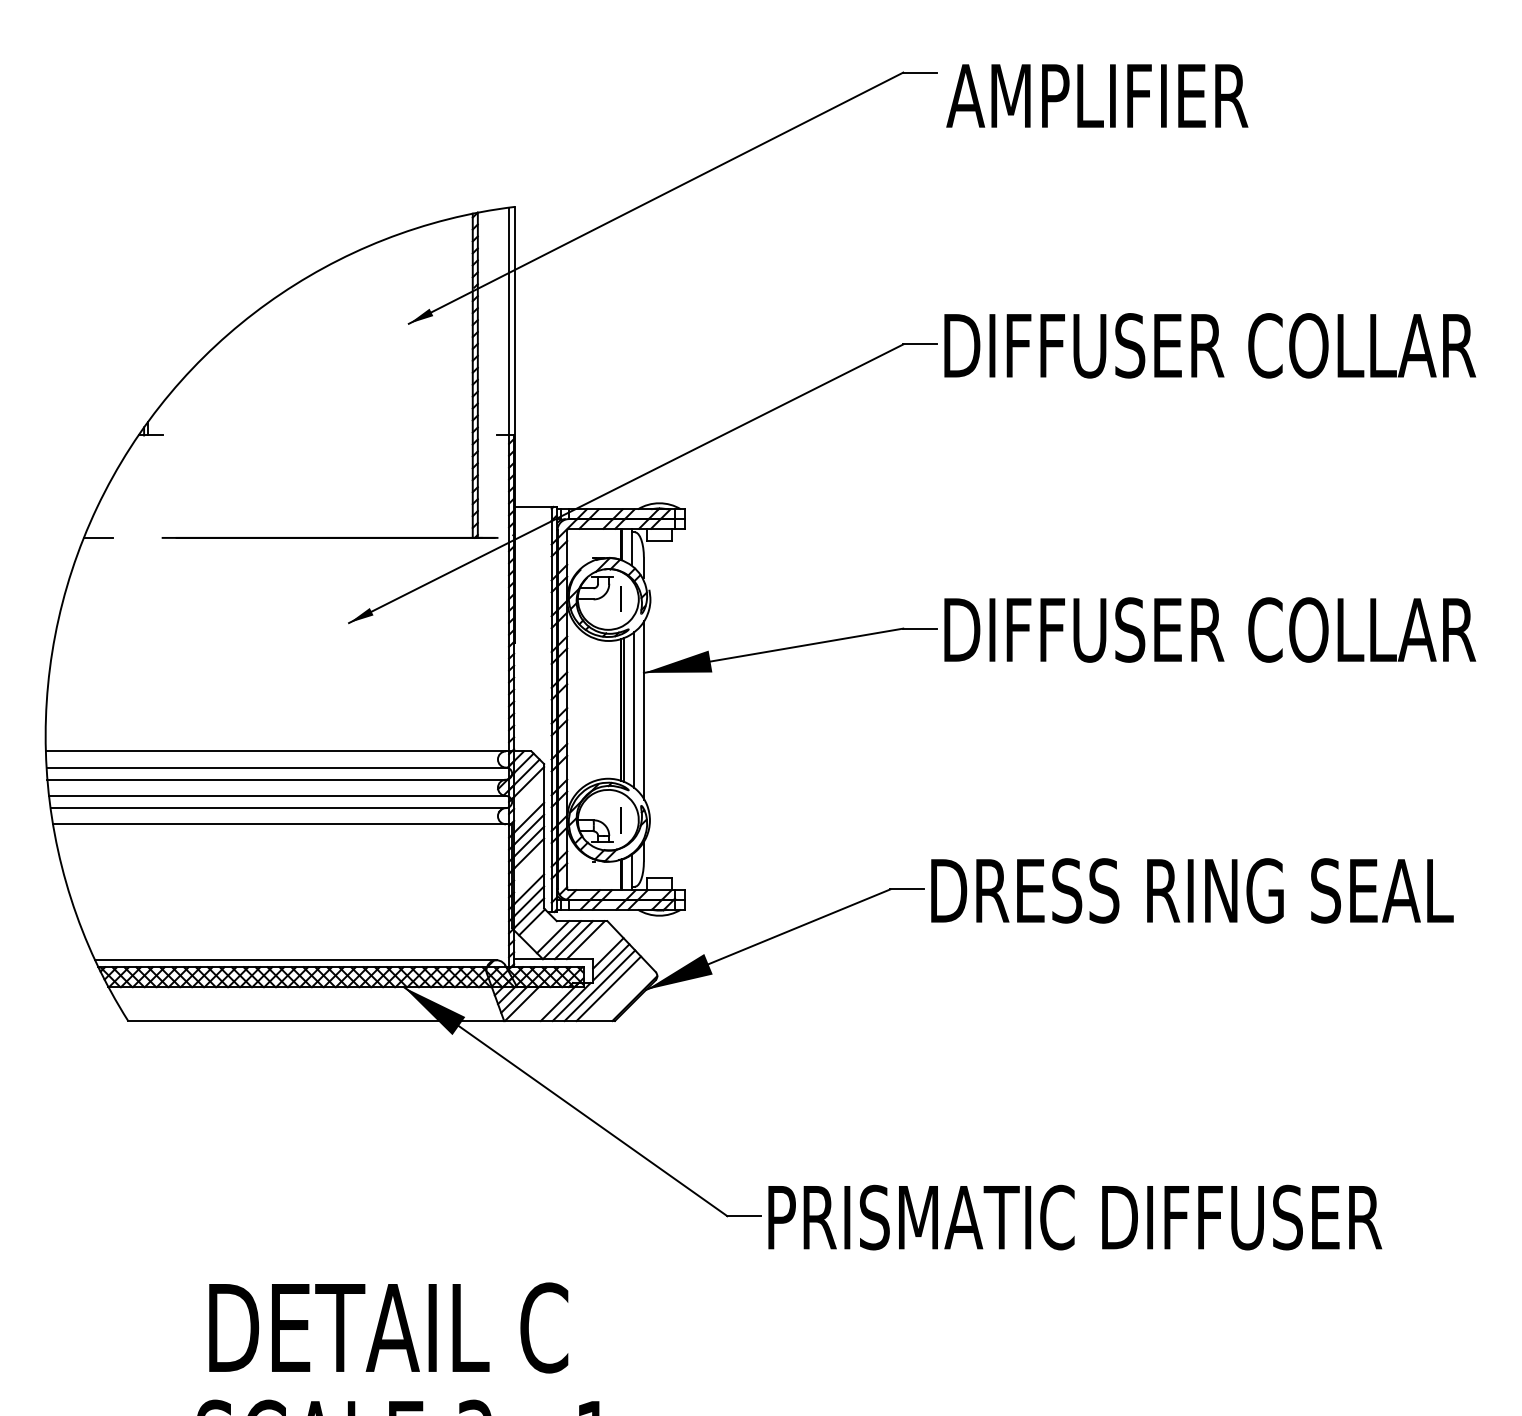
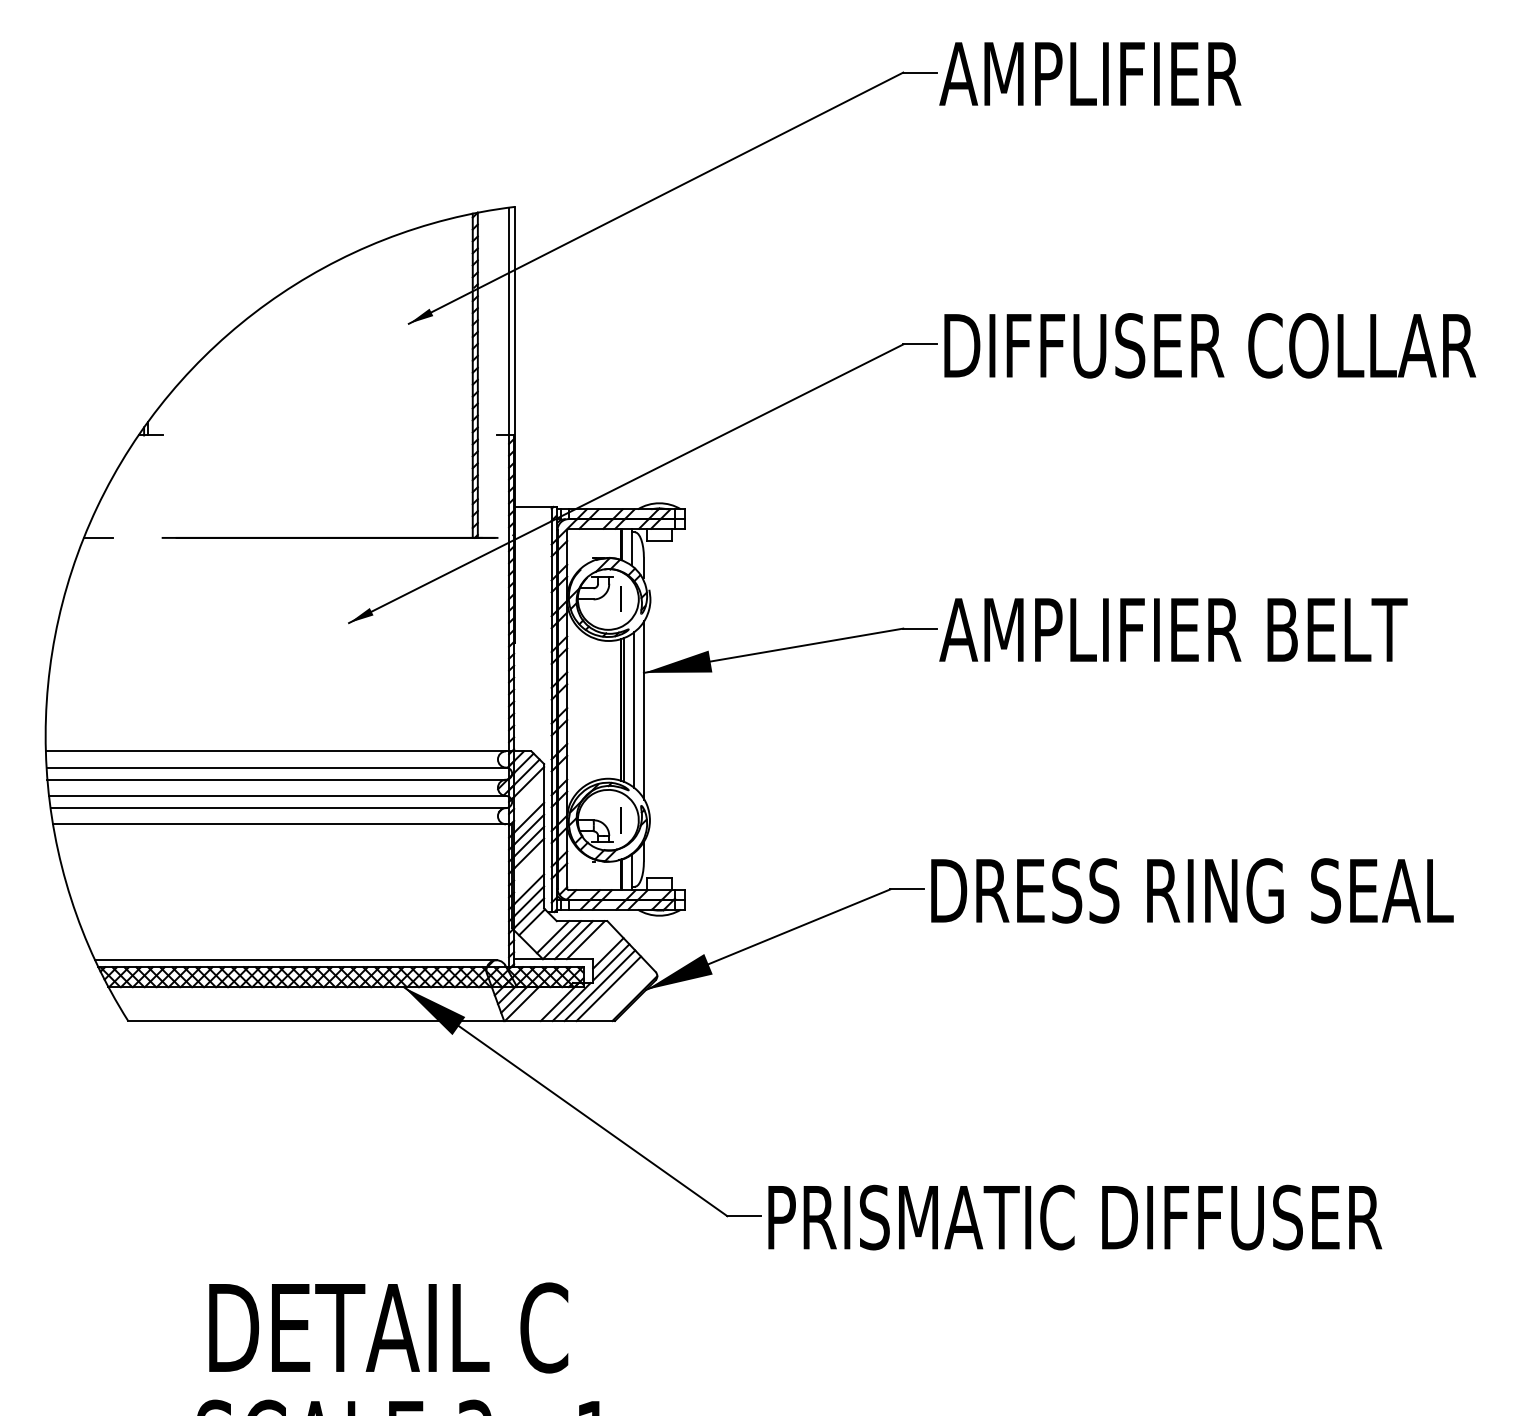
text at (1097, 95) position: (1097, 95) -> (1090, 73)
text at (1207, 629): DIFFUSER COLLAR -> AMPLIFIER BELT
